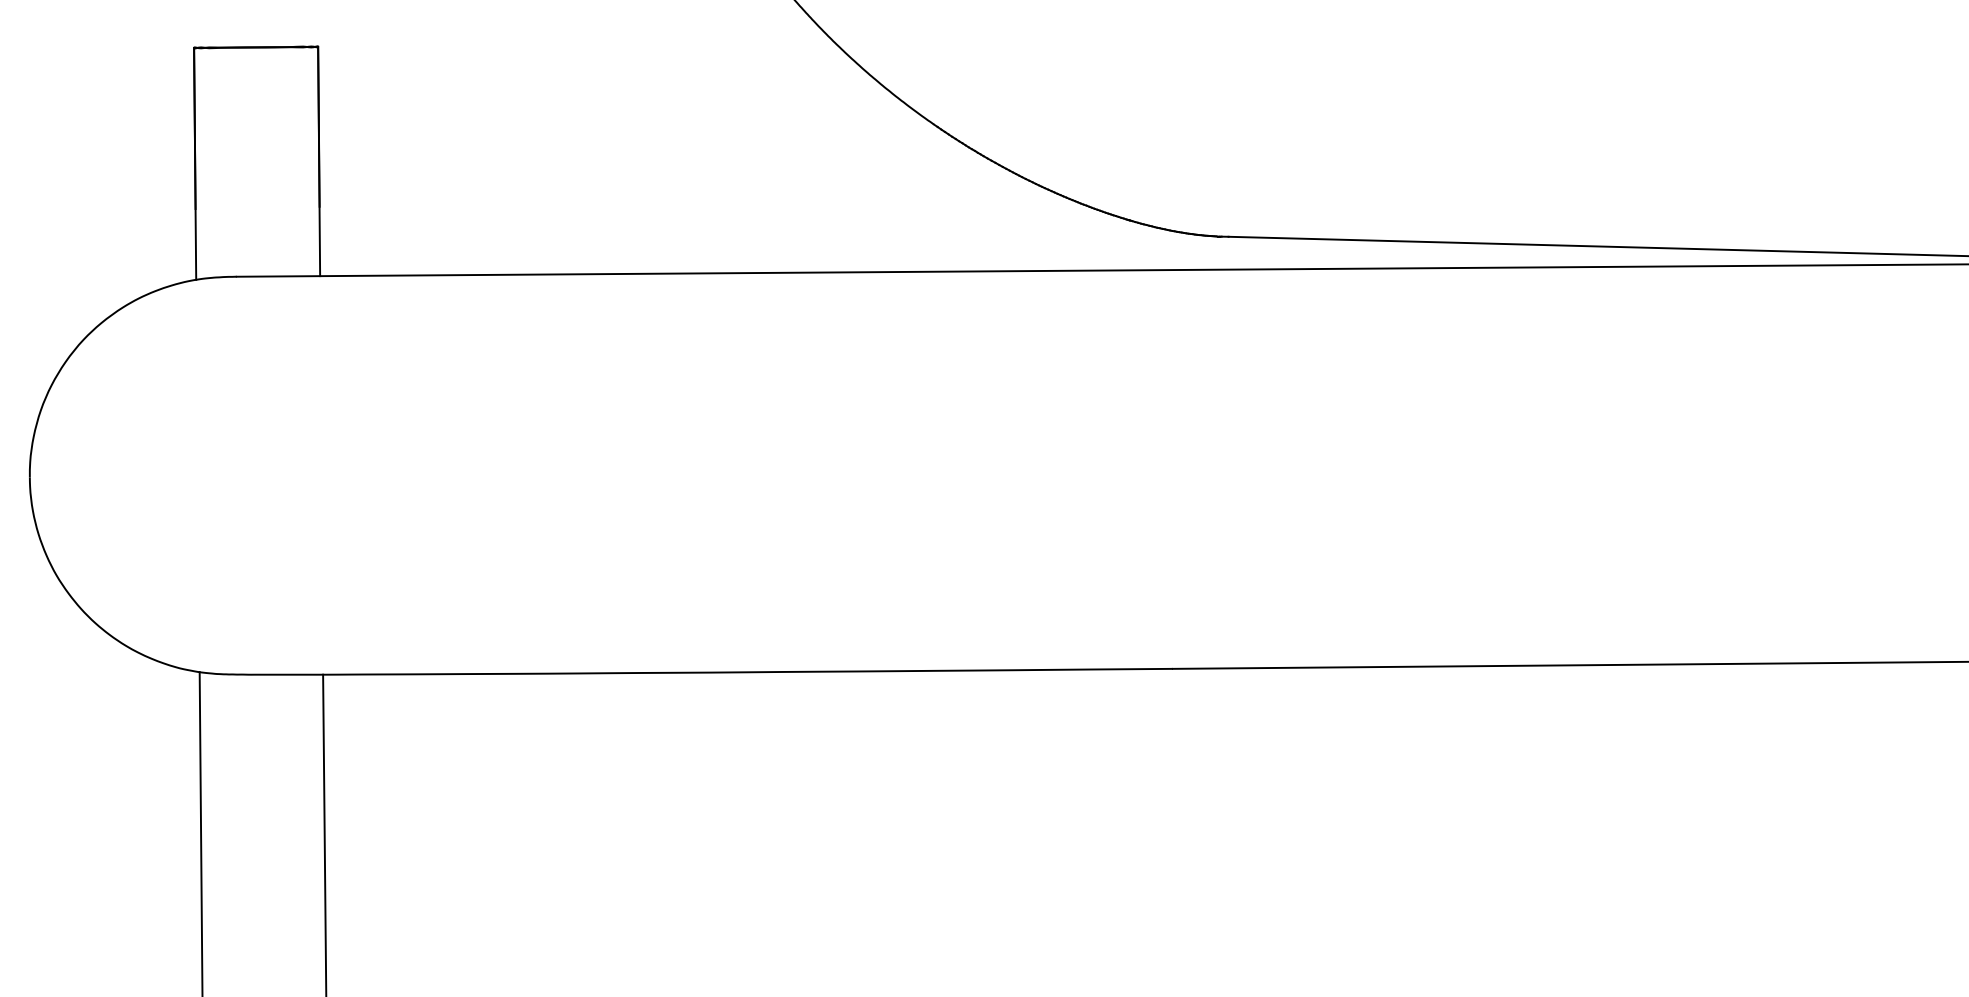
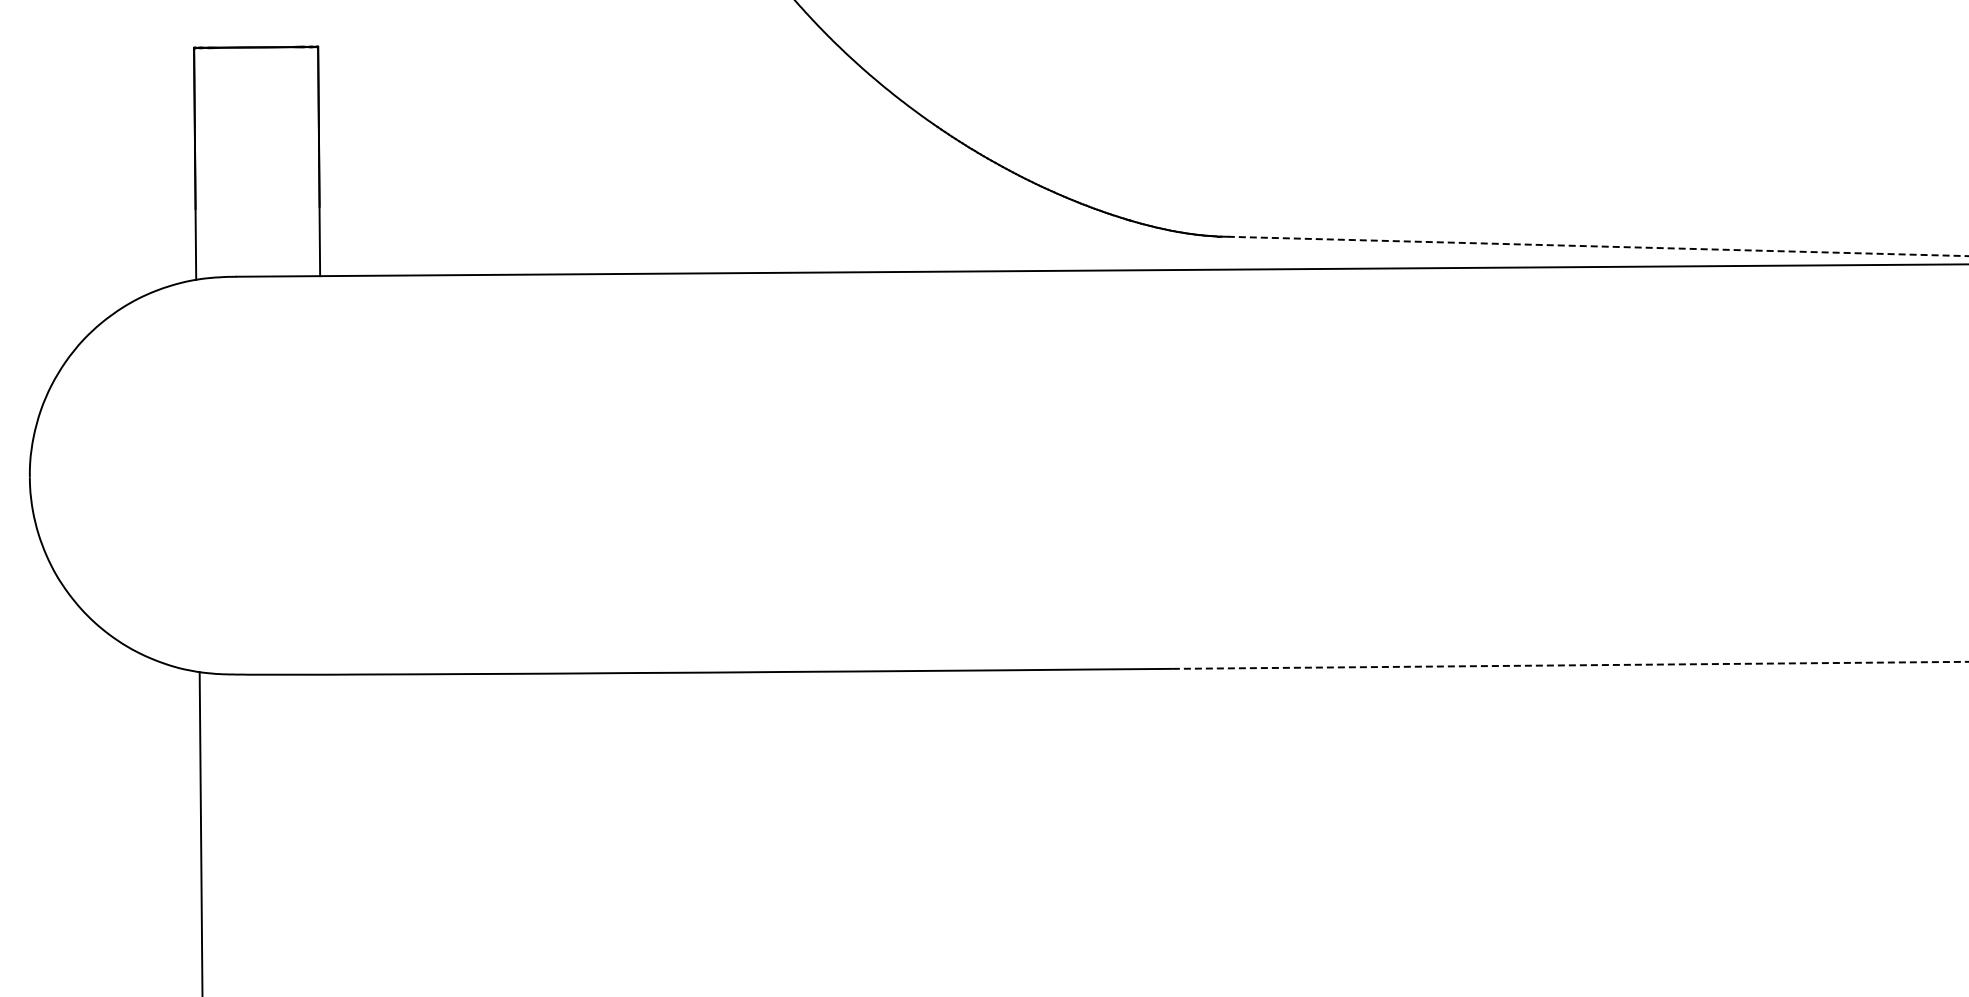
line at (1598, 246): solid -> dashed
line at (1570, 665): solid -> dashed
line at (324, 833): present -> none
